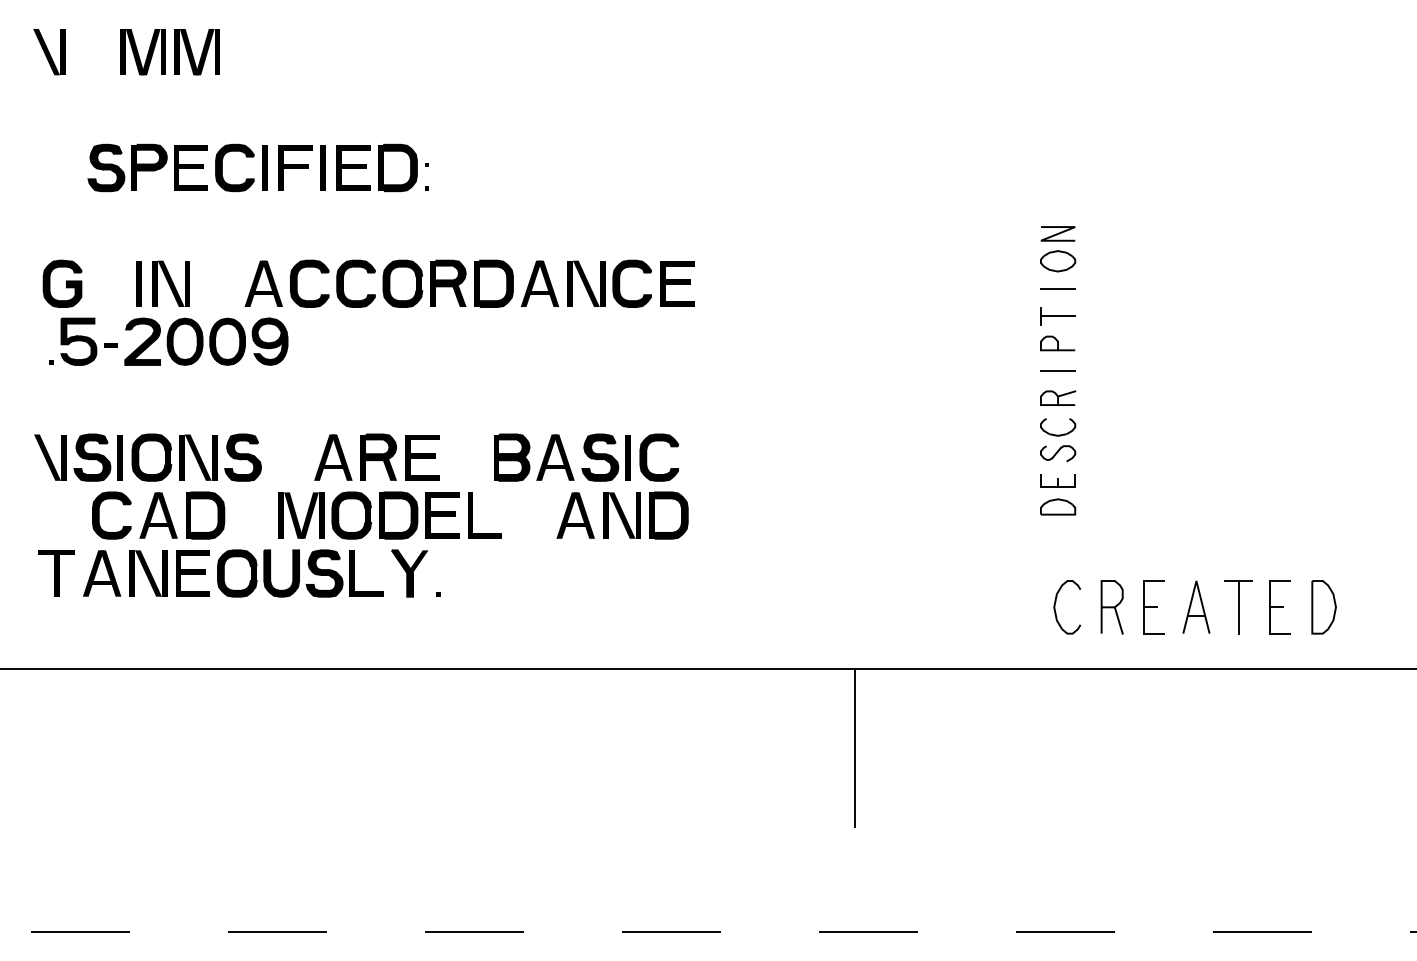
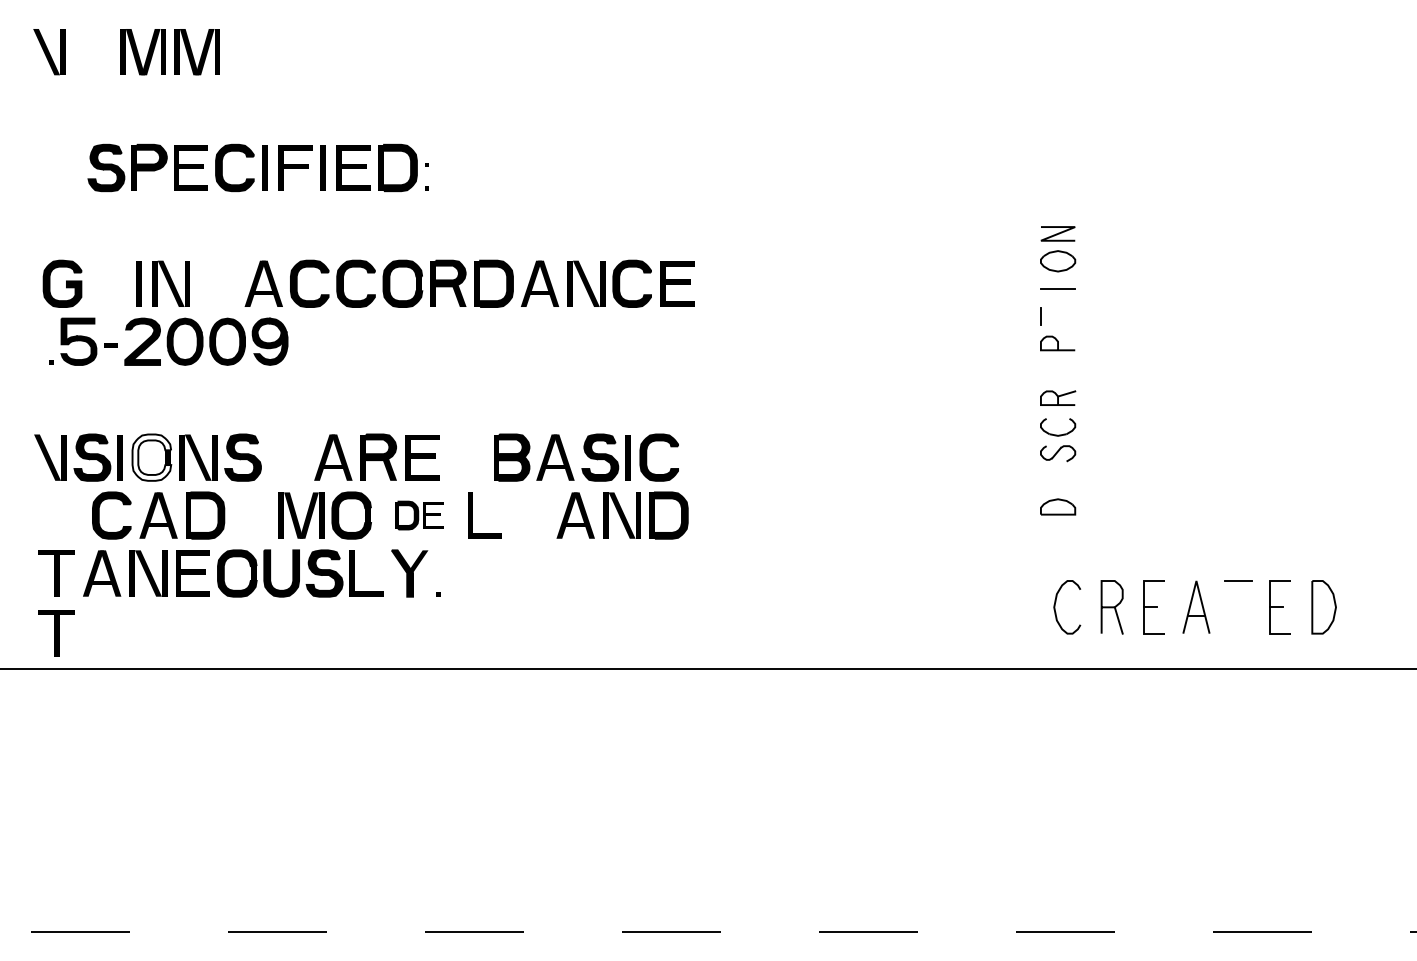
line at (1057, 316): present -> none
line at (1057, 370): present -> none
fill at (151, 457): present -> none
part at (1057, 480): present -> none
part at (419, 515) size: 81x49 px -> 49x31 px
line at (1238, 607): present -> none
part at (56, 633): none -> present
line at (855, 747): present -> none
